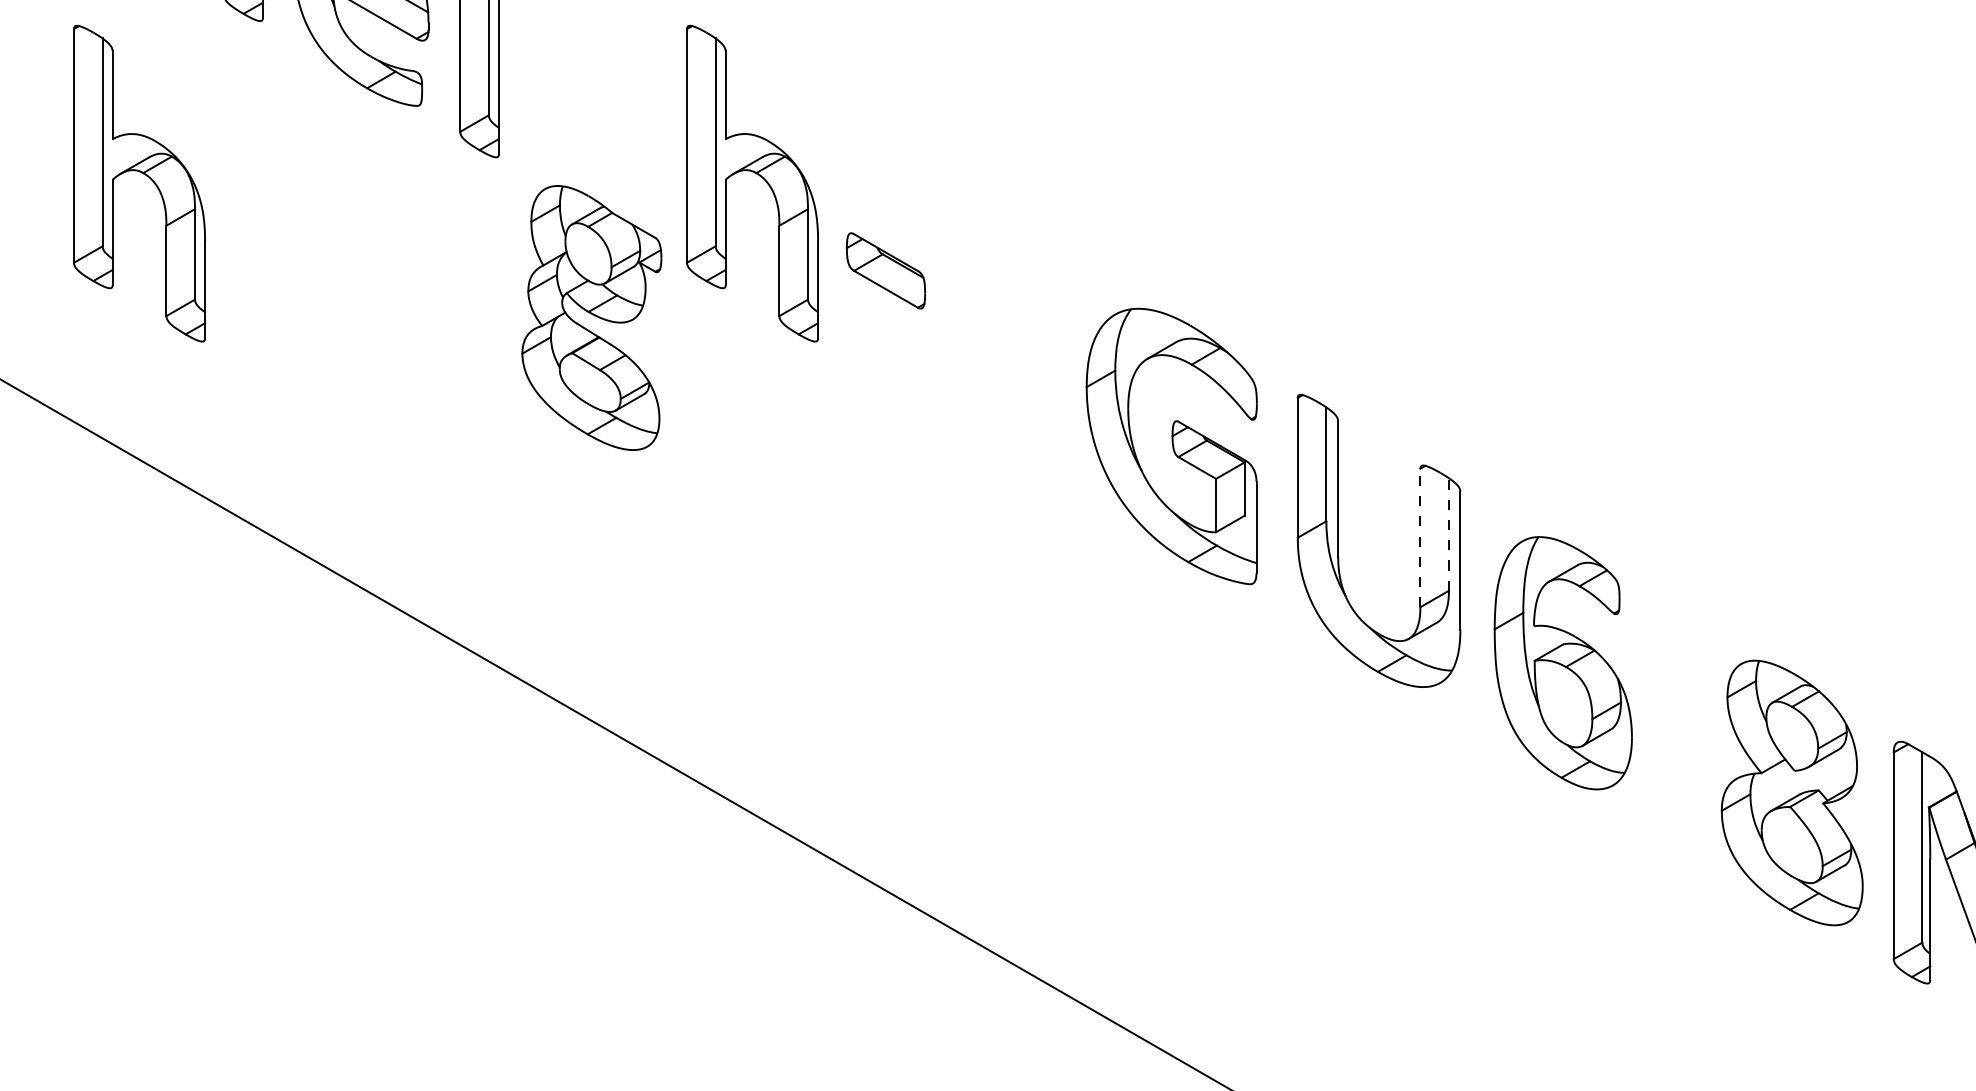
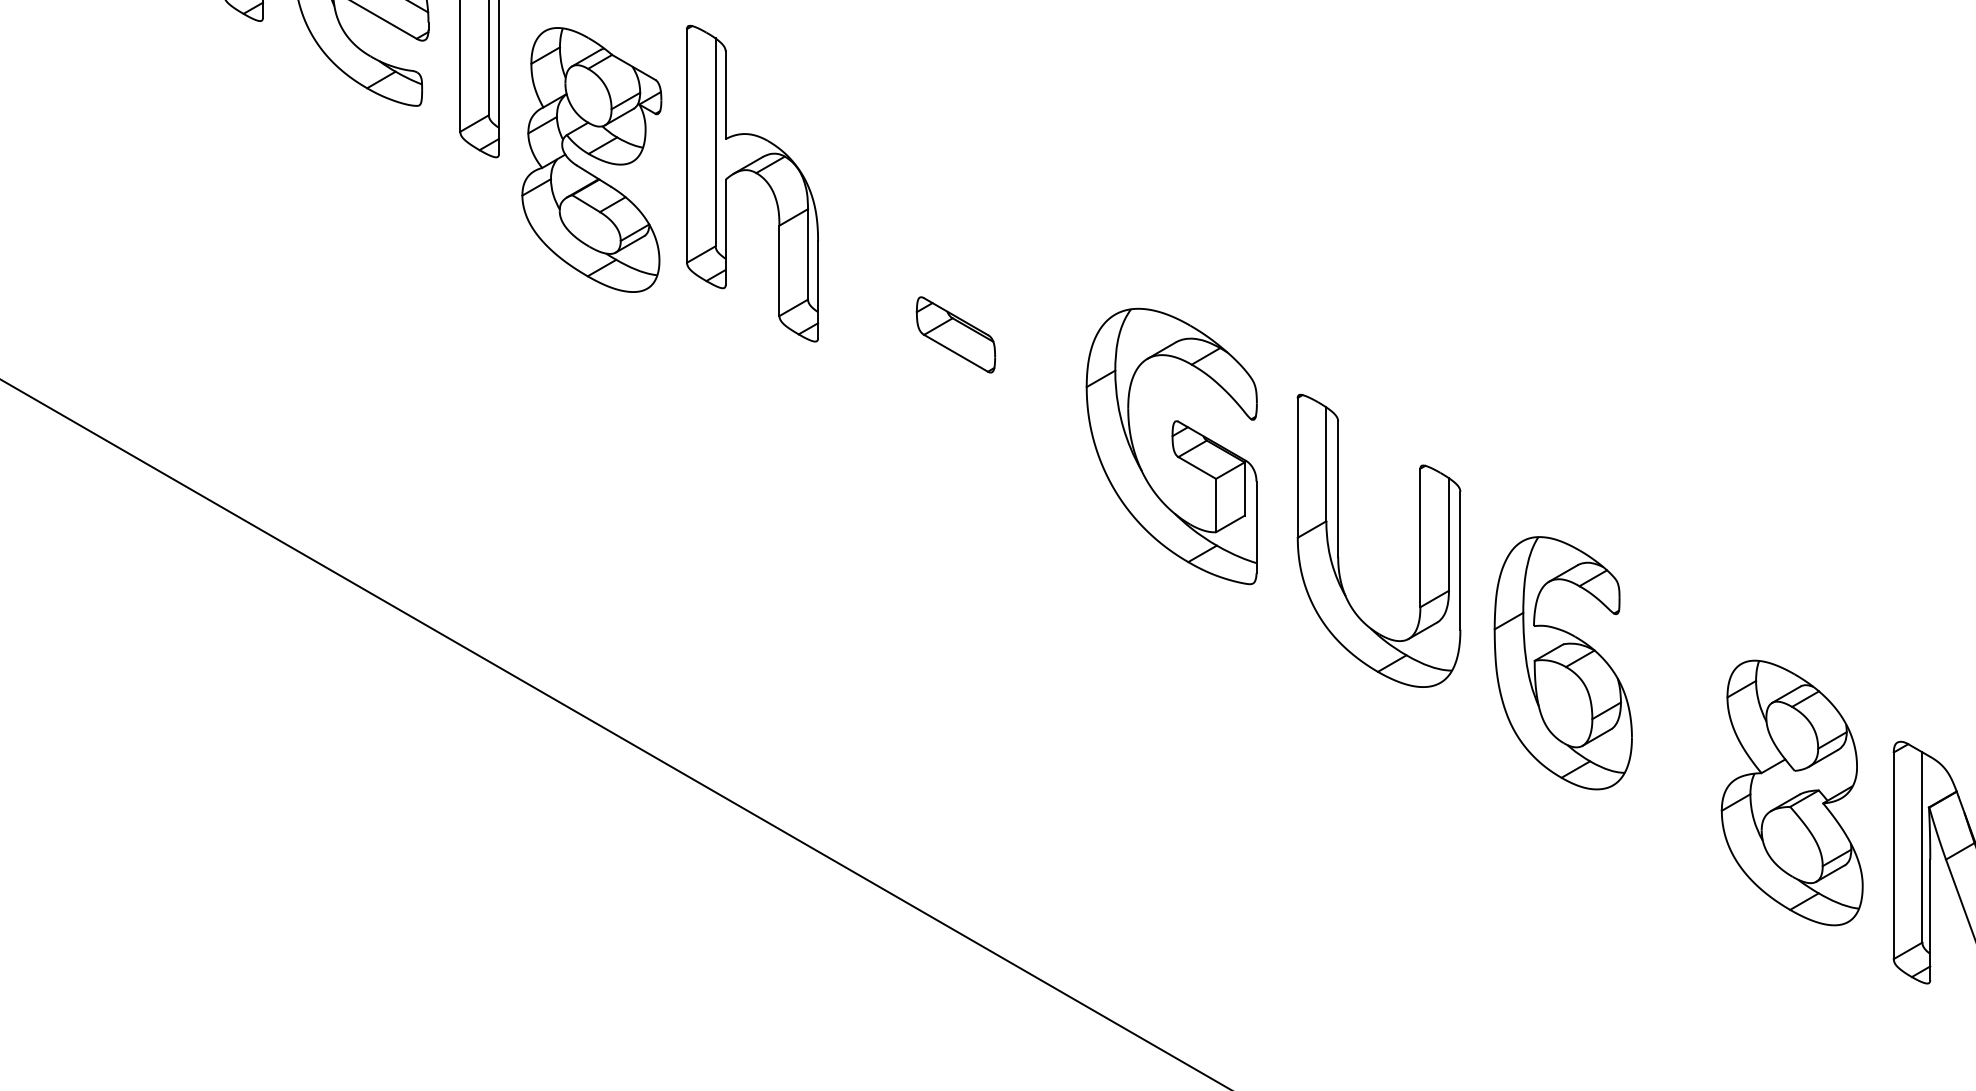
part at (143, 174): present -> none
part at (885, 270) position: (885, 270) -> (955, 334)
part at (591, 317) position: (591, 317) -> (591, 159)
line at (1448, 533): dashed -> solid
line at (1420, 537): dashed -> solid
